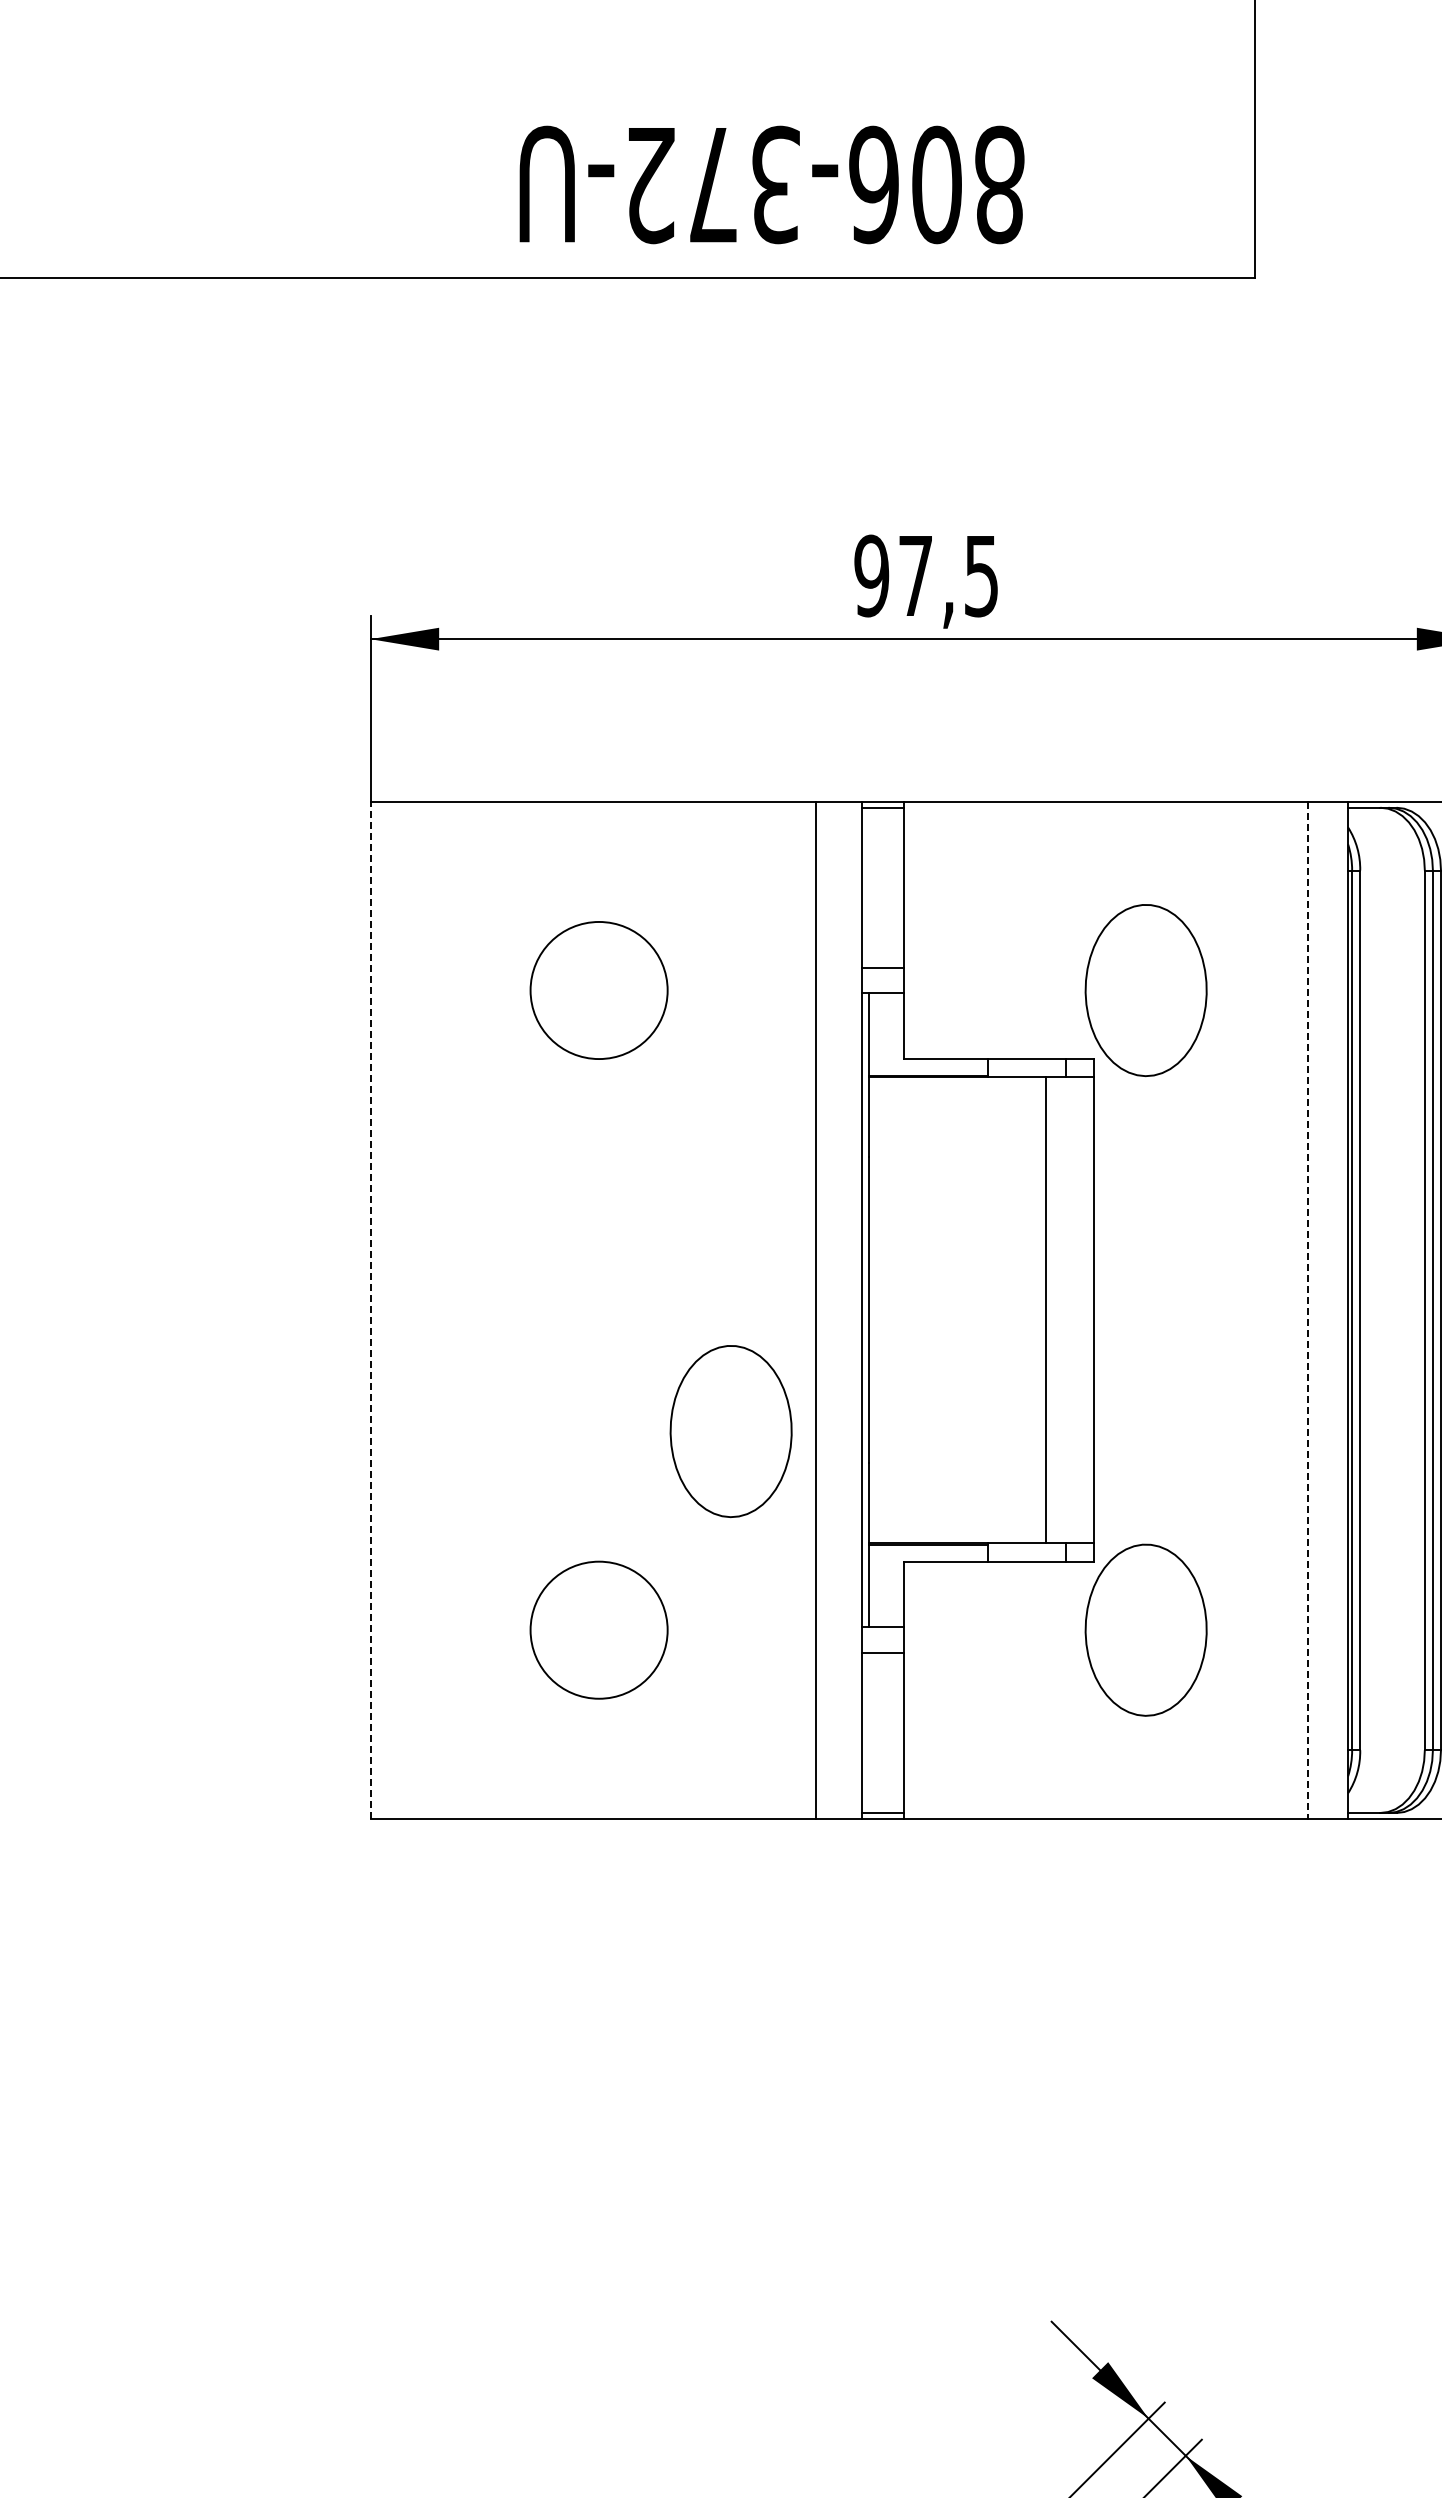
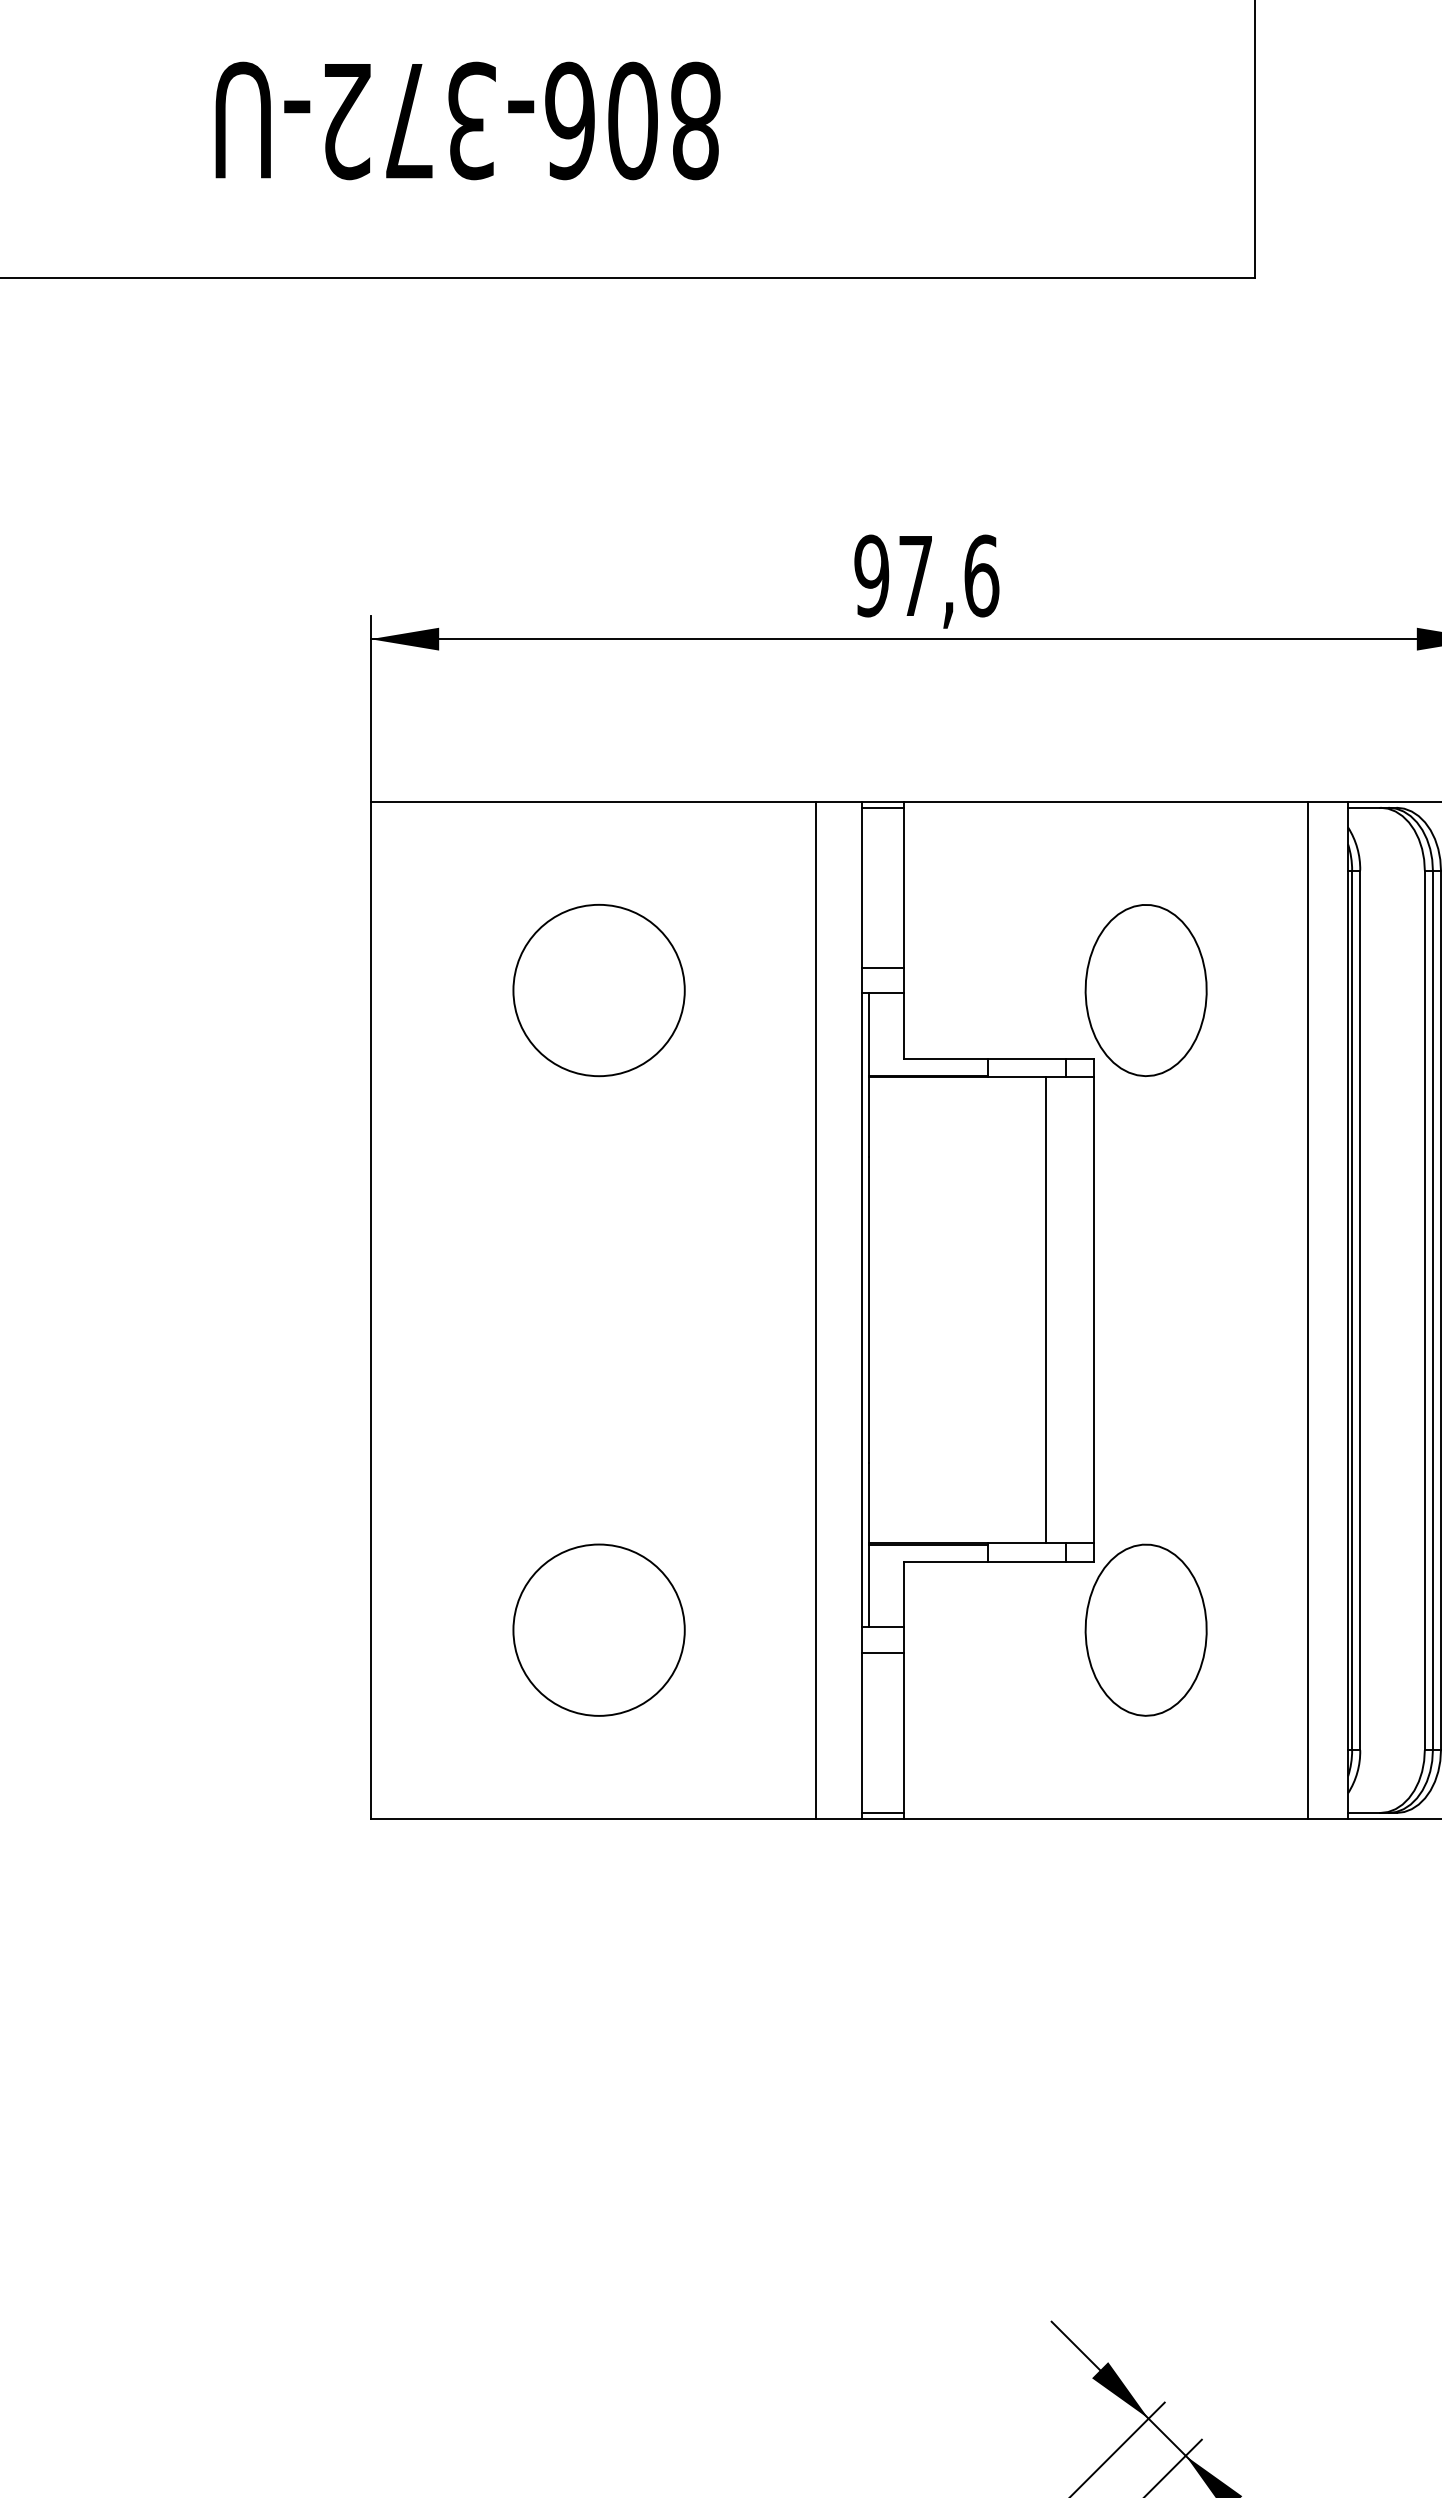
text at (771, 184) position: (771, 184) -> (467, 120)
text at (981, 575): 97,5 -> 97,6
circle at (598, 990) diameter: 137 px -> 171 px
line at (370, 1309): dashed -> solid
line at (1307, 1310): dashed -> solid
part at (730, 1431): present -> none
circle at (598, 1629) diameter: 137 px -> 171 px
